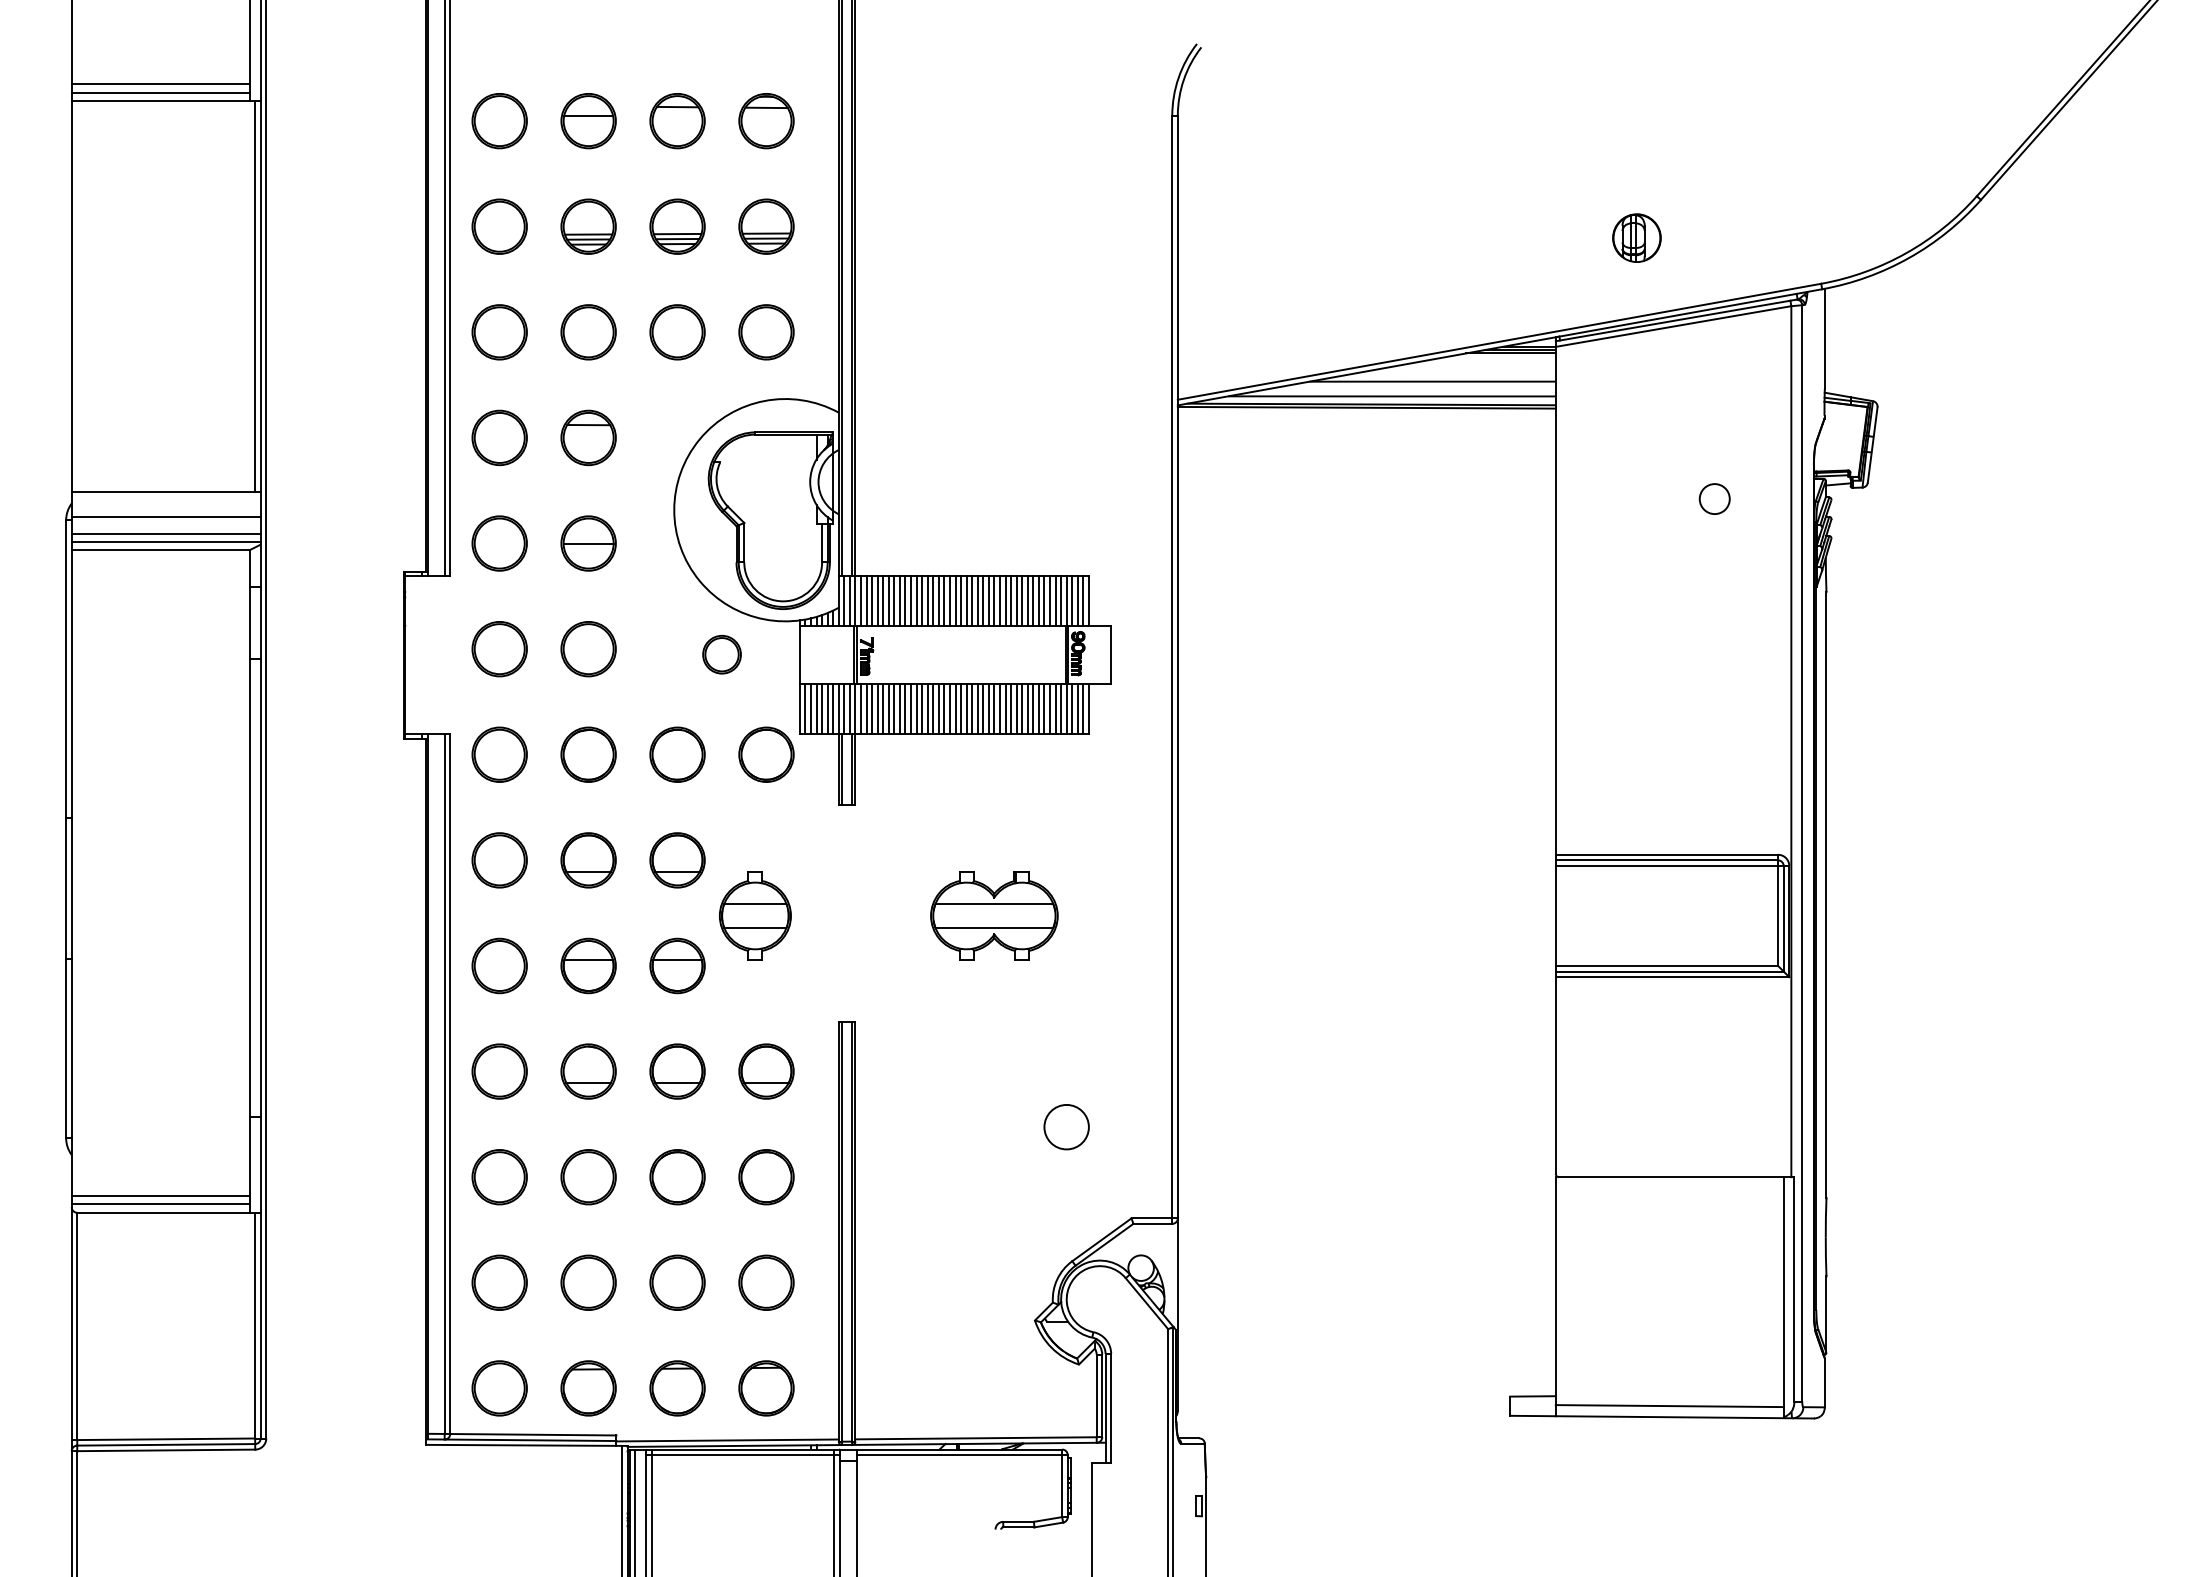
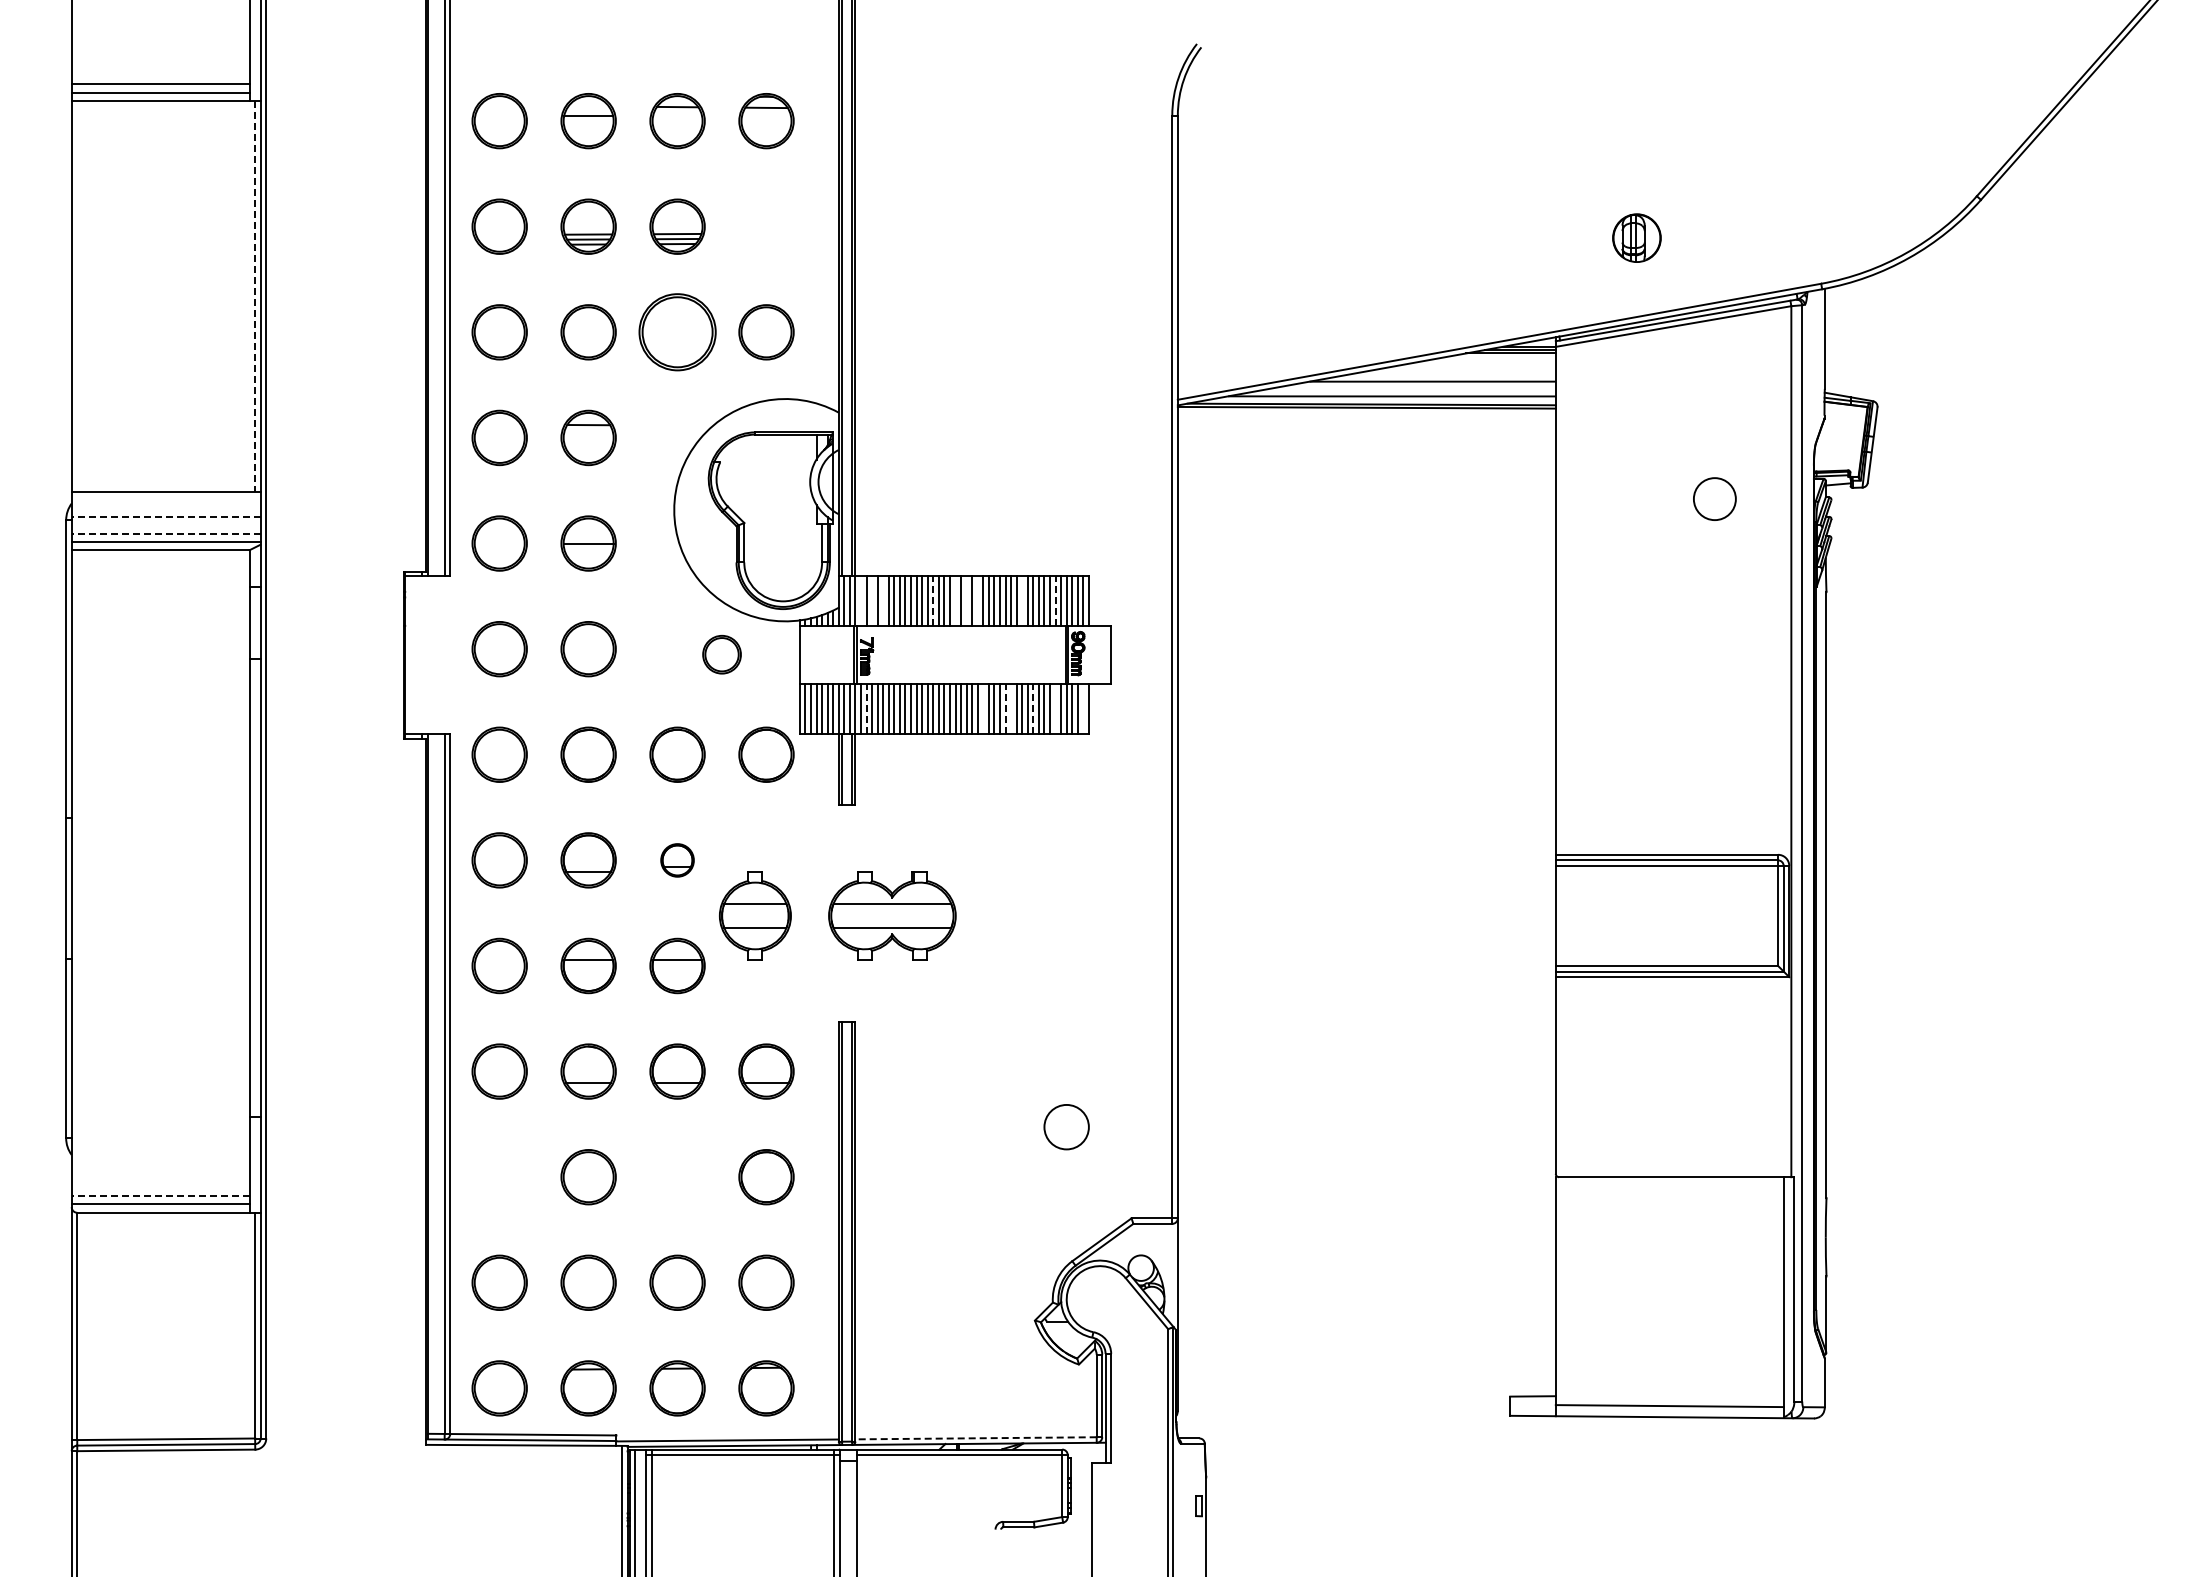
part at (766, 226): present -> none
line at (255, 296): solid -> dashed
part at (677, 332) size: 57x57 px -> 79x79 px
circle at (1714, 498) size: 33x32 px -> 44x44 px
line at (165, 516): solid -> dashed
line at (165, 533): solid -> dashed
line at (861, 600): present -> none
line at (872, 600): present -> none
line at (883, 600): present -> none
line at (933, 600): solid -> dashed
line at (955, 600): present -> none
line at (966, 600): present -> none
line at (977, 600): present -> none
line at (1022, 600): present -> none
line at (1055, 600): solid -> dashed
line at (866, 708): solid -> dashed
line at (983, 708): present -> none
line at (1005, 708): solid -> dashed
line at (1011, 708): present -> none
line at (1033, 708): solid -> dashed
line at (1055, 708): present -> none
line at (1083, 708): present -> none
part at (677, 860) size: 57x57 px -> 35x35 px
part at (994, 915) position: (994, 915) -> (892, 915)
part at (499, 1177): present -> none
part at (677, 1177): present -> none
line at (160, 1196): solid -> dashed
line at (976, 1438): solid -> dashed
